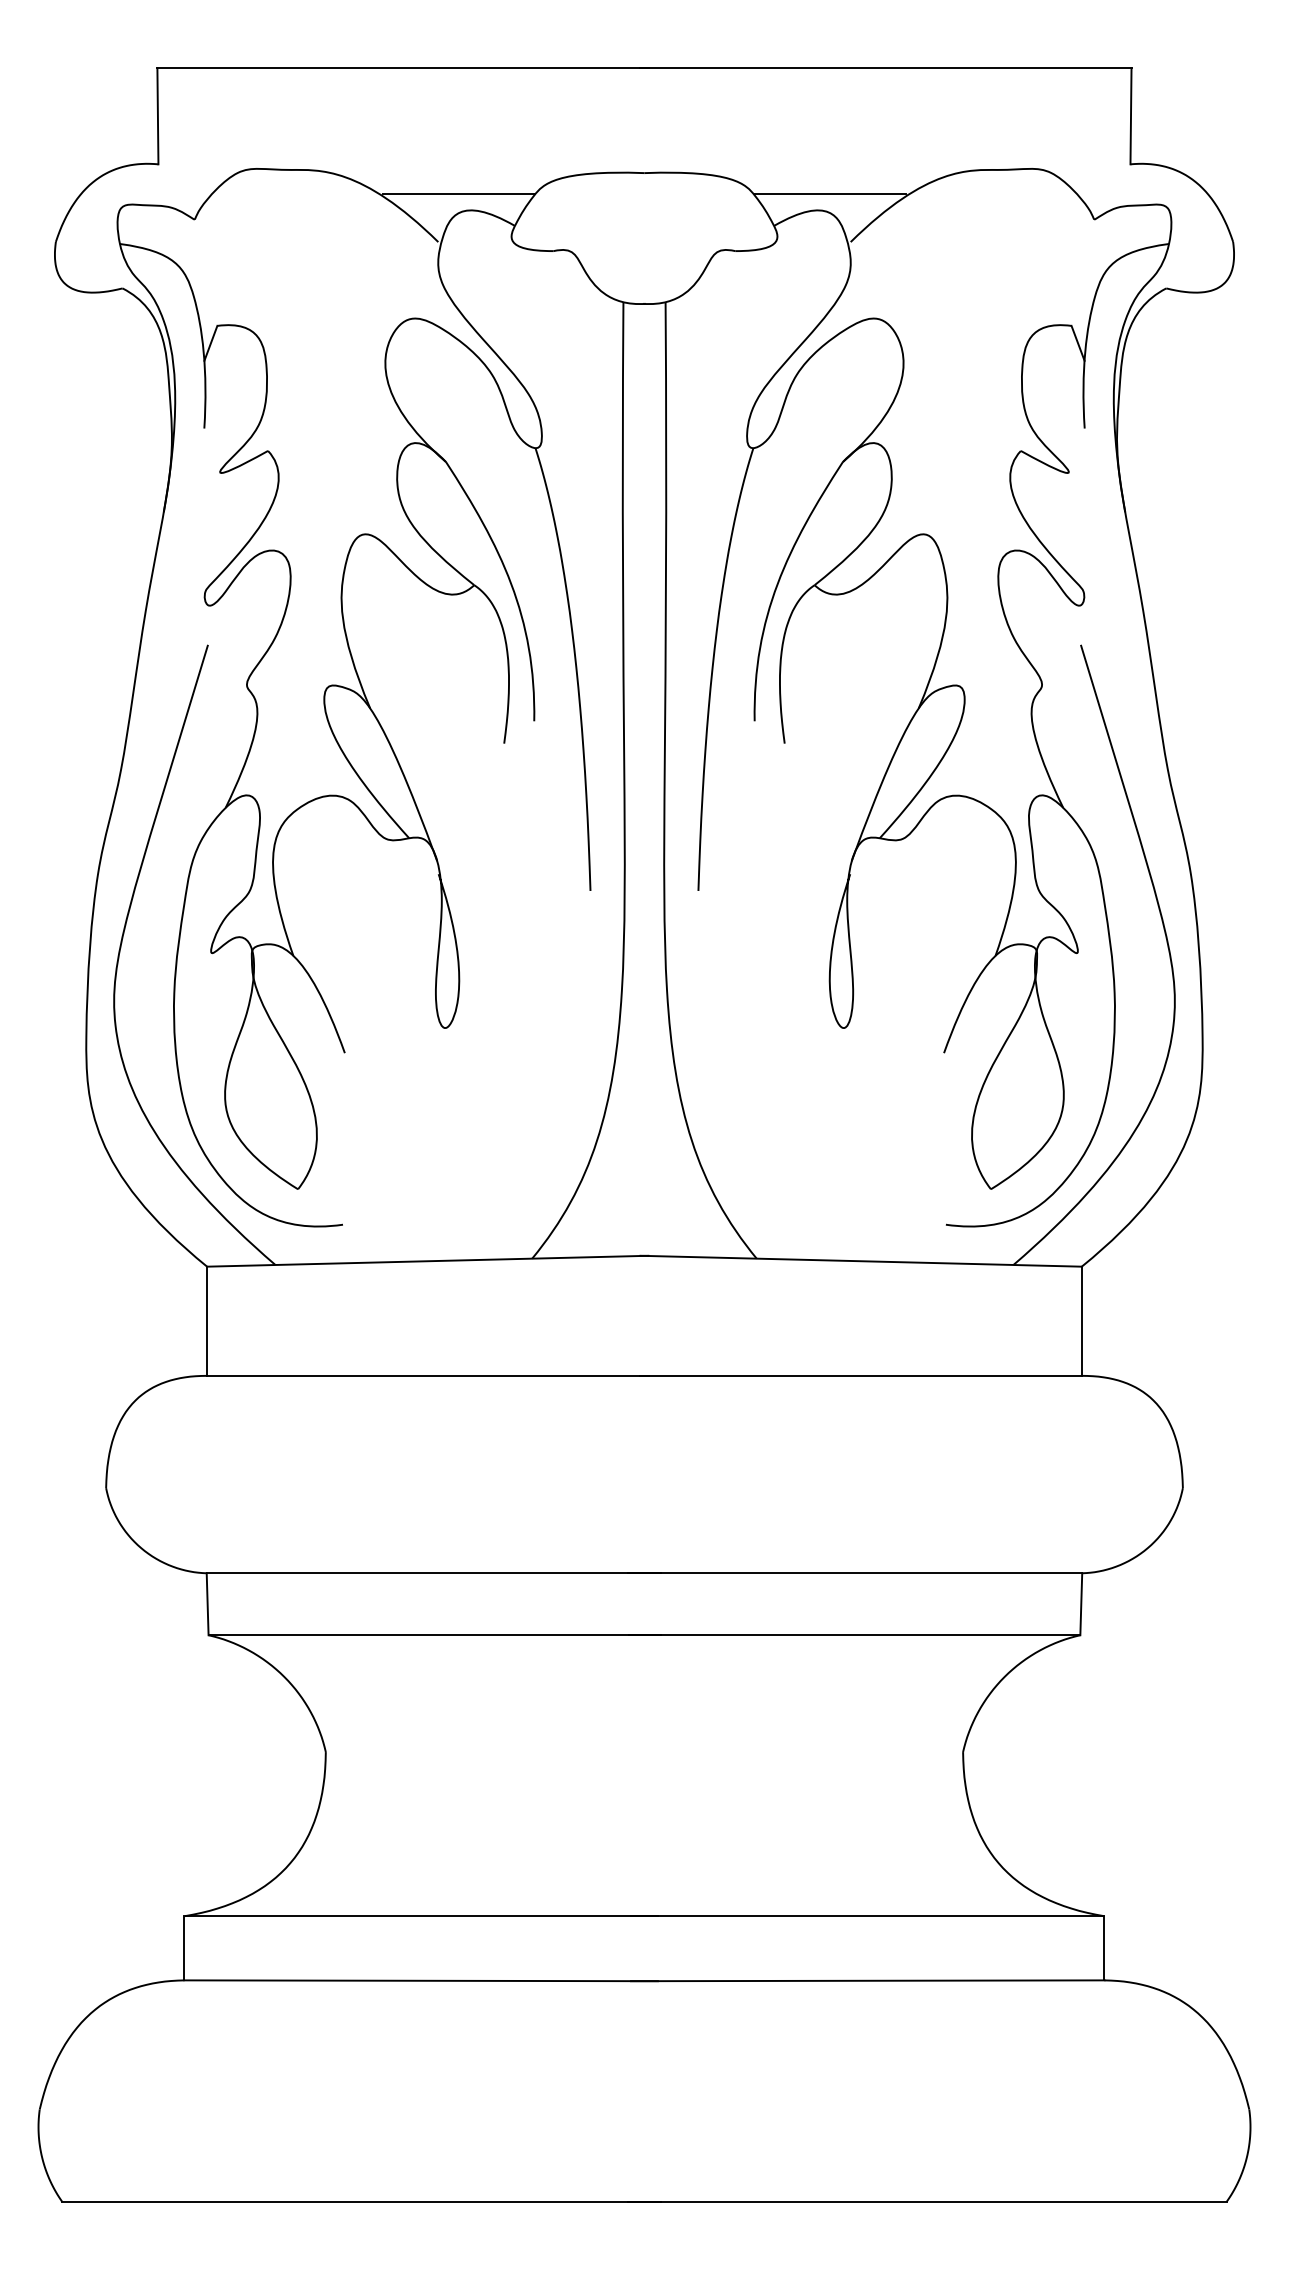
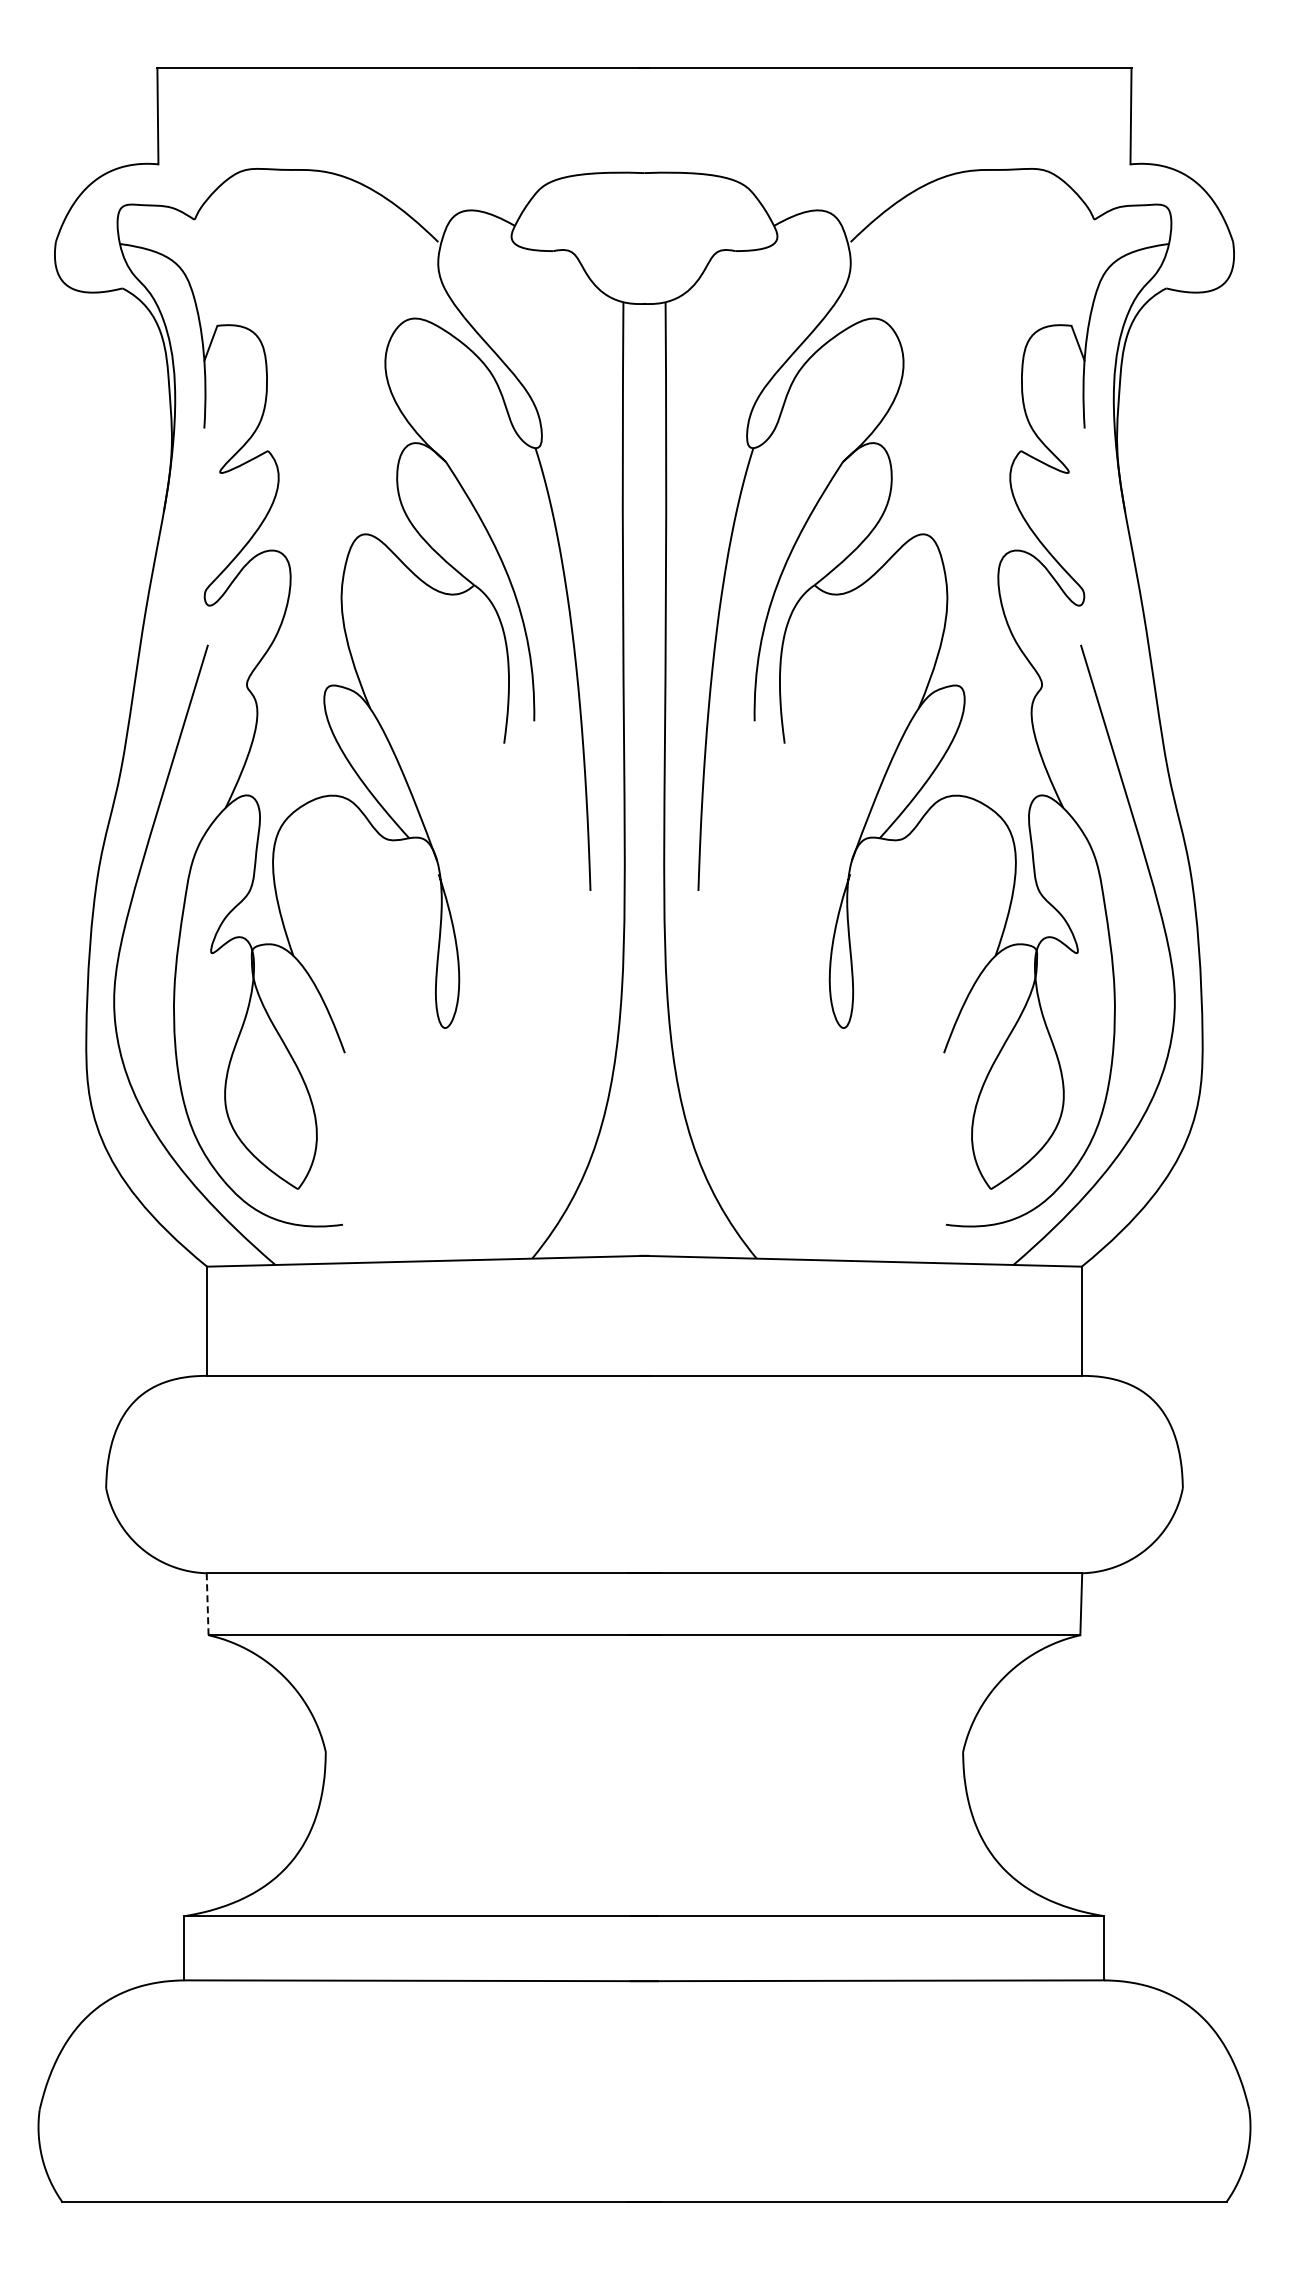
line at (459, 194): present -> none
line at (829, 194): present -> none
line at (207, 1604): solid -> dashed
